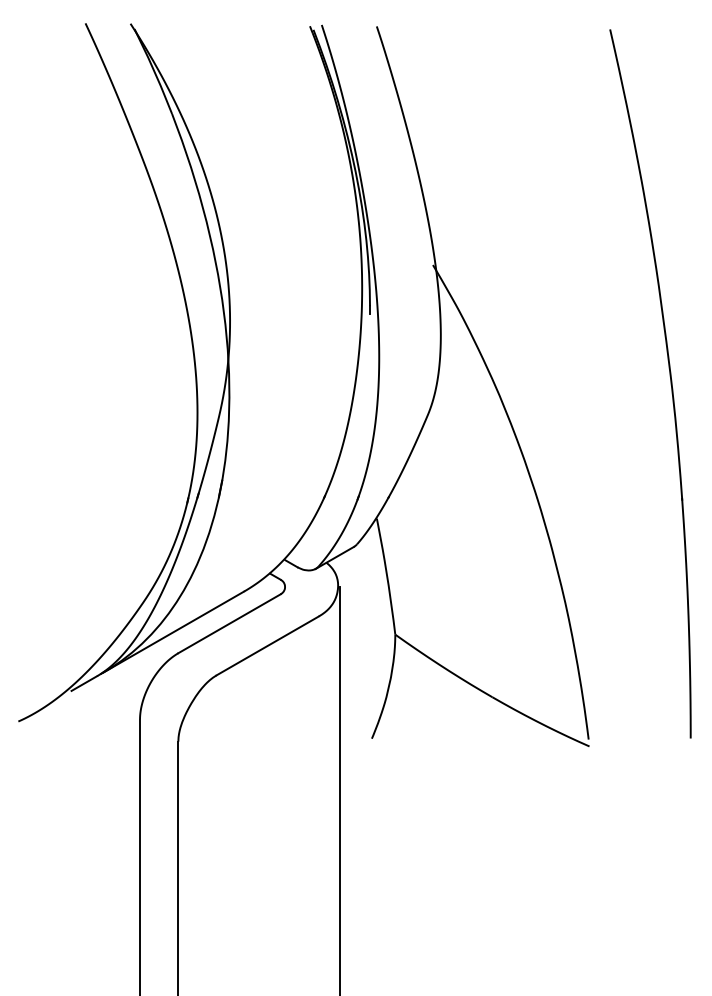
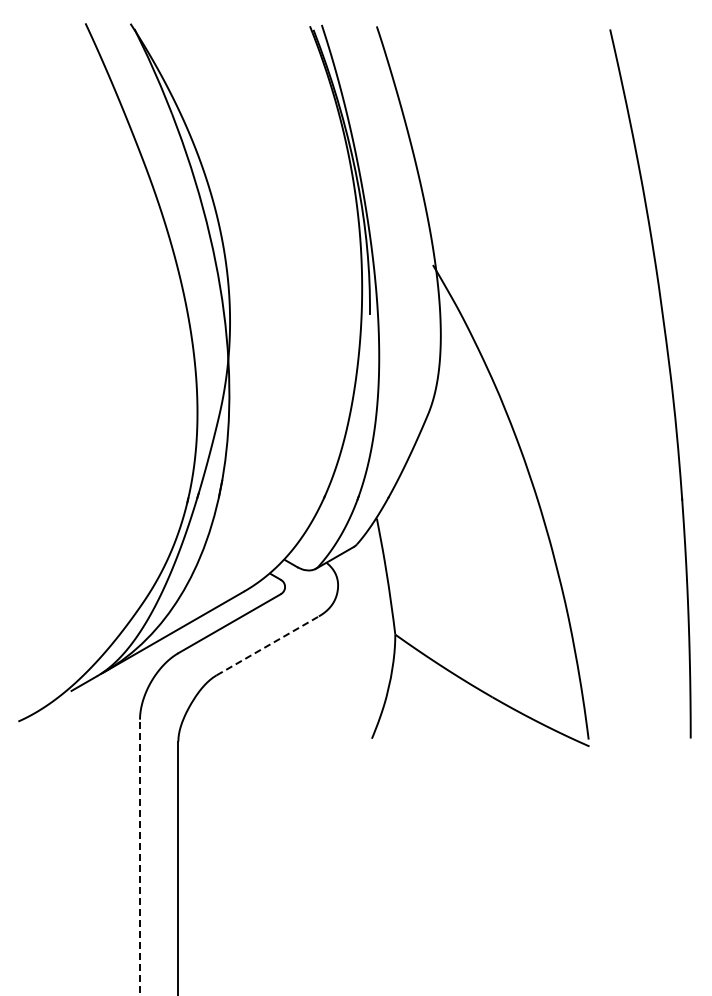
line at (267, 645): solid -> dashed
line at (340, 789): present -> none
line at (140, 857): solid -> dashed
